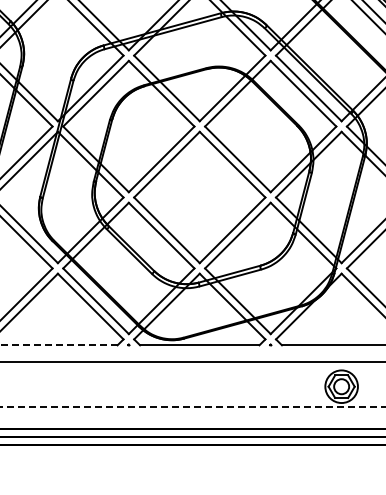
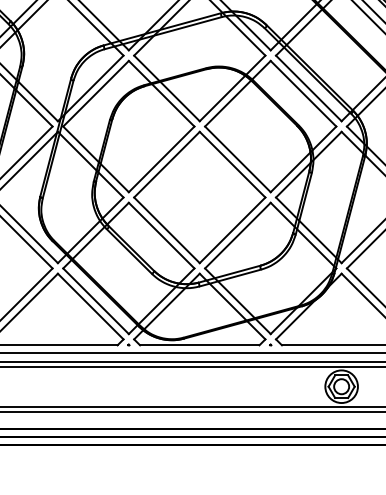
line at (58, 345): dashed -> solid
line at (192, 352): none -> present
line at (192, 366): none -> present
line at (193, 406): dashed -> solid
line at (192, 411): none -> present
